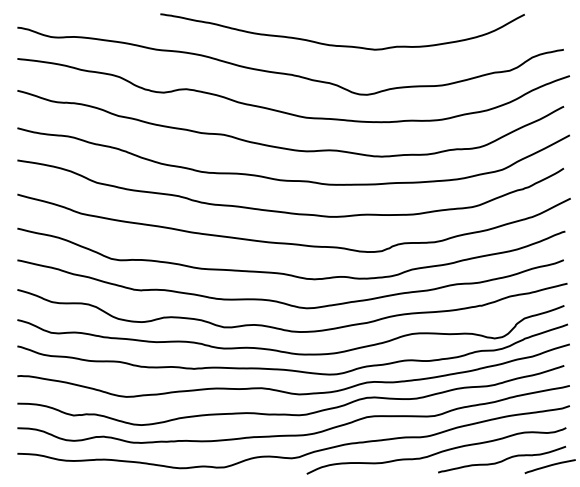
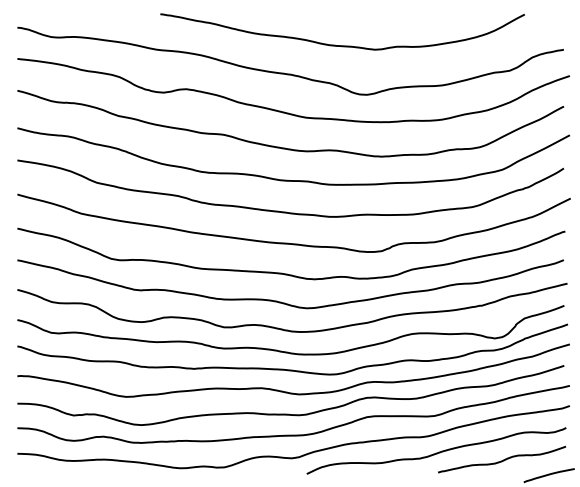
curve at (549, 466) position: (549, 466) -> (548, 475)
